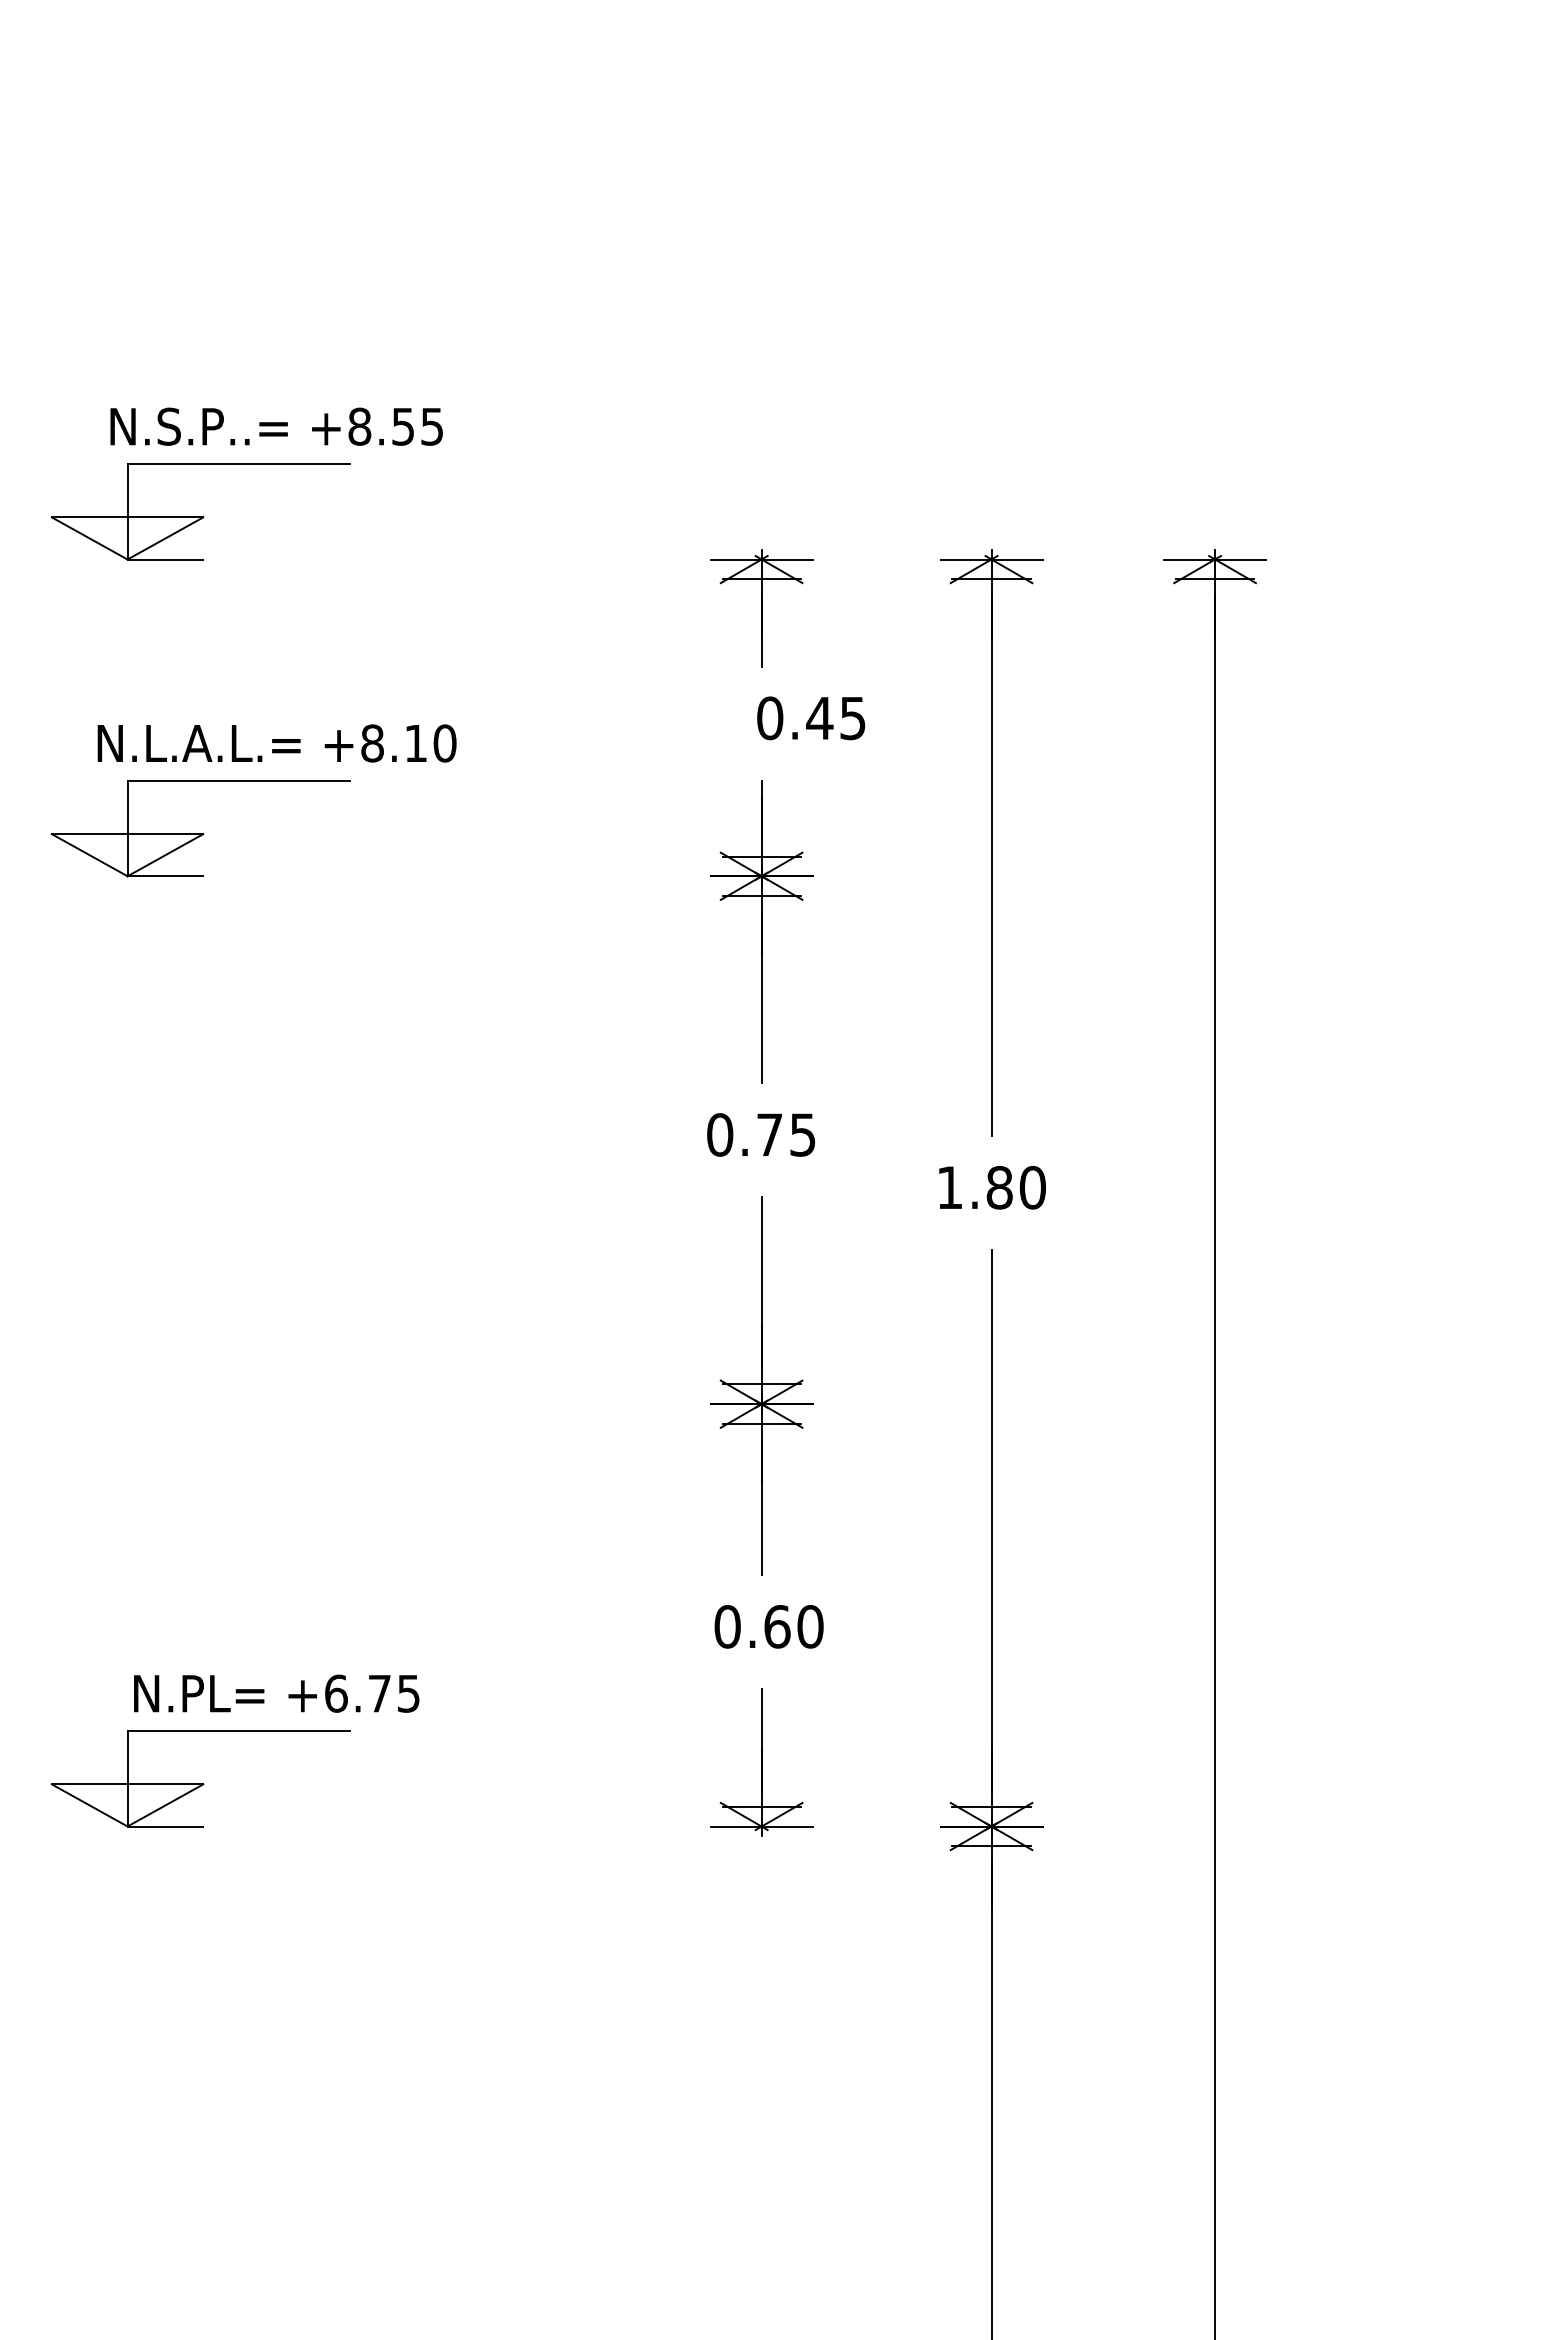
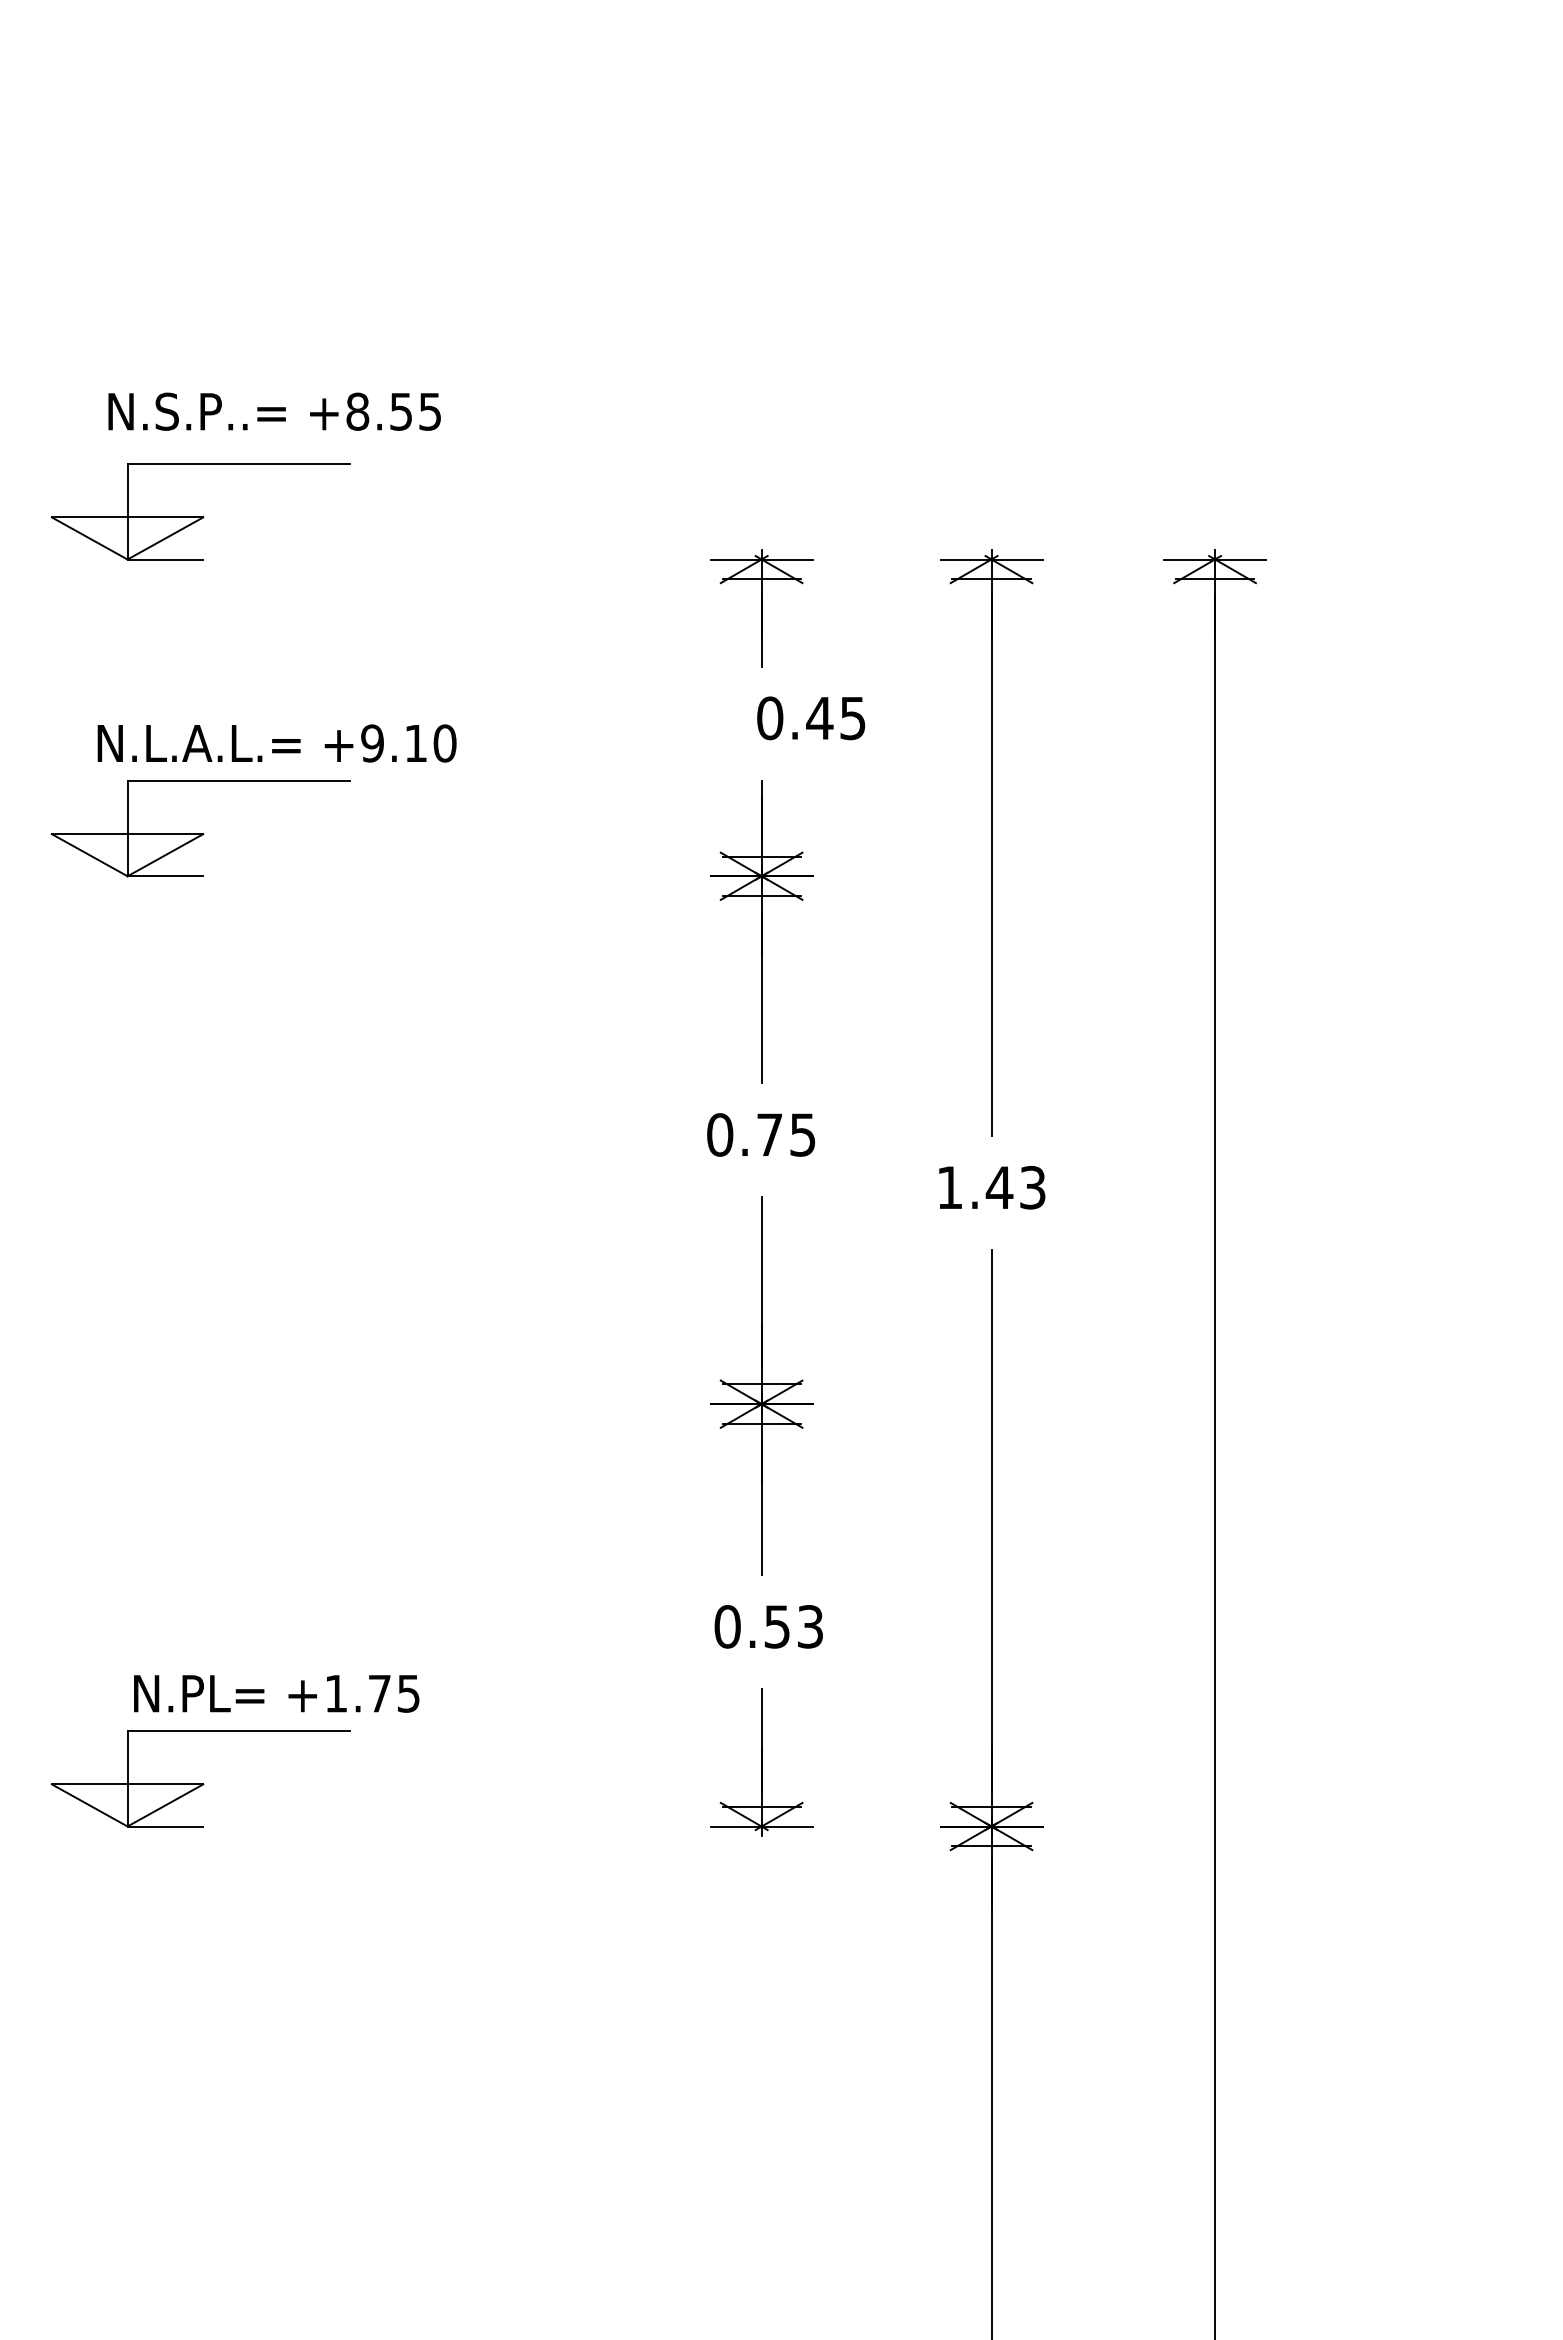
text at (276, 426) position: (276, 426) -> (274, 411)
text at (372, 743): +8.10 -> +9.10
text at (1015, 1187): 1.80 -> 1.43
text at (793, 1626): 0.60 -> 0.53
text at (336, 1693): +6.75 -> +1.75
